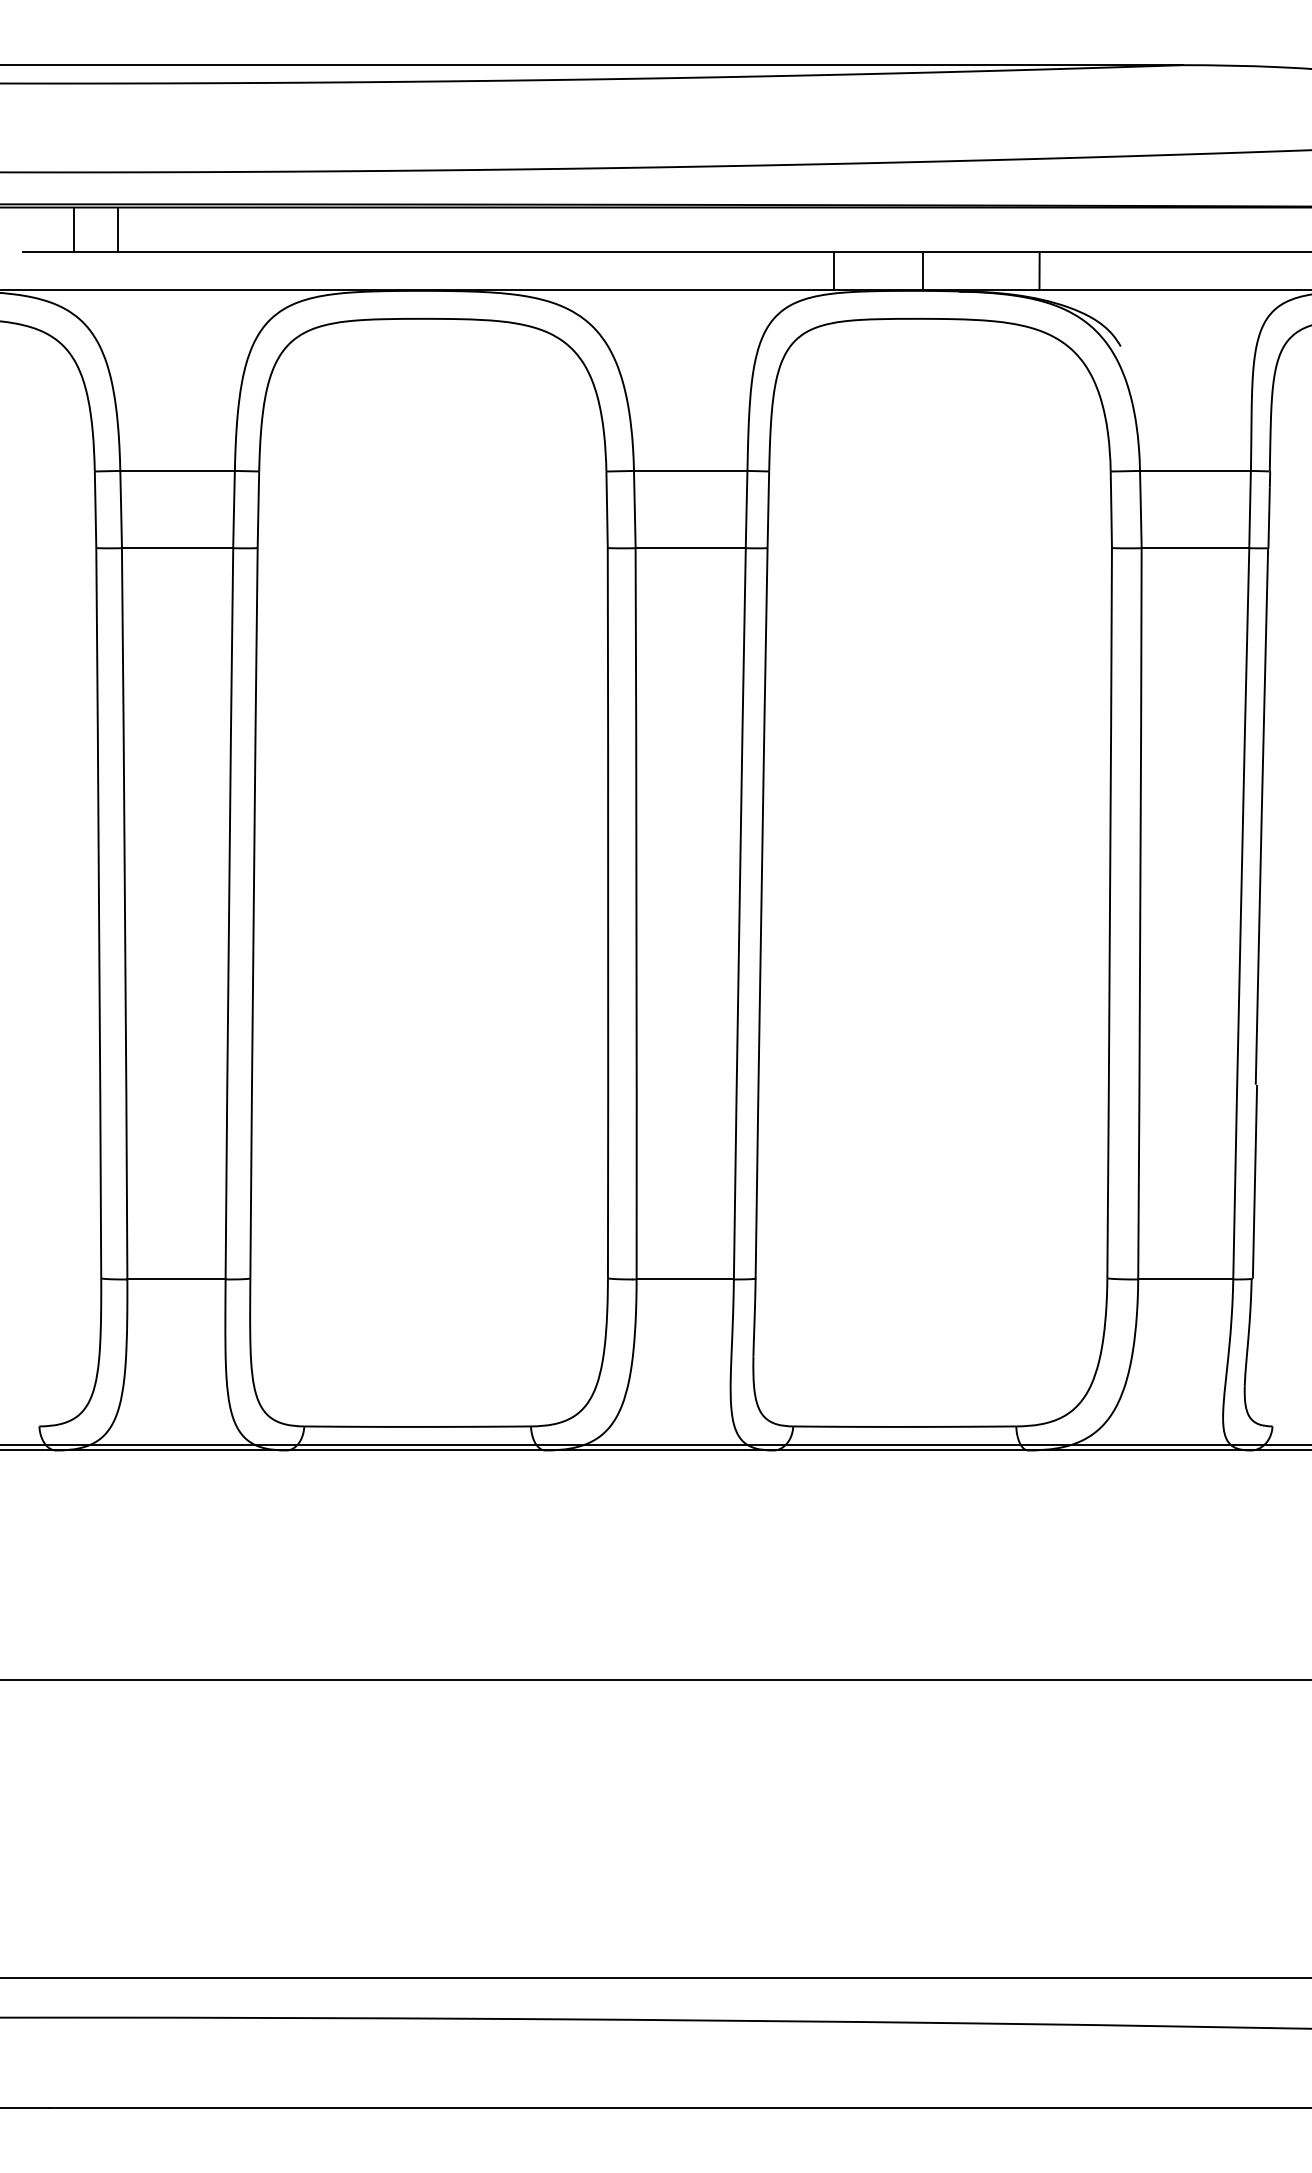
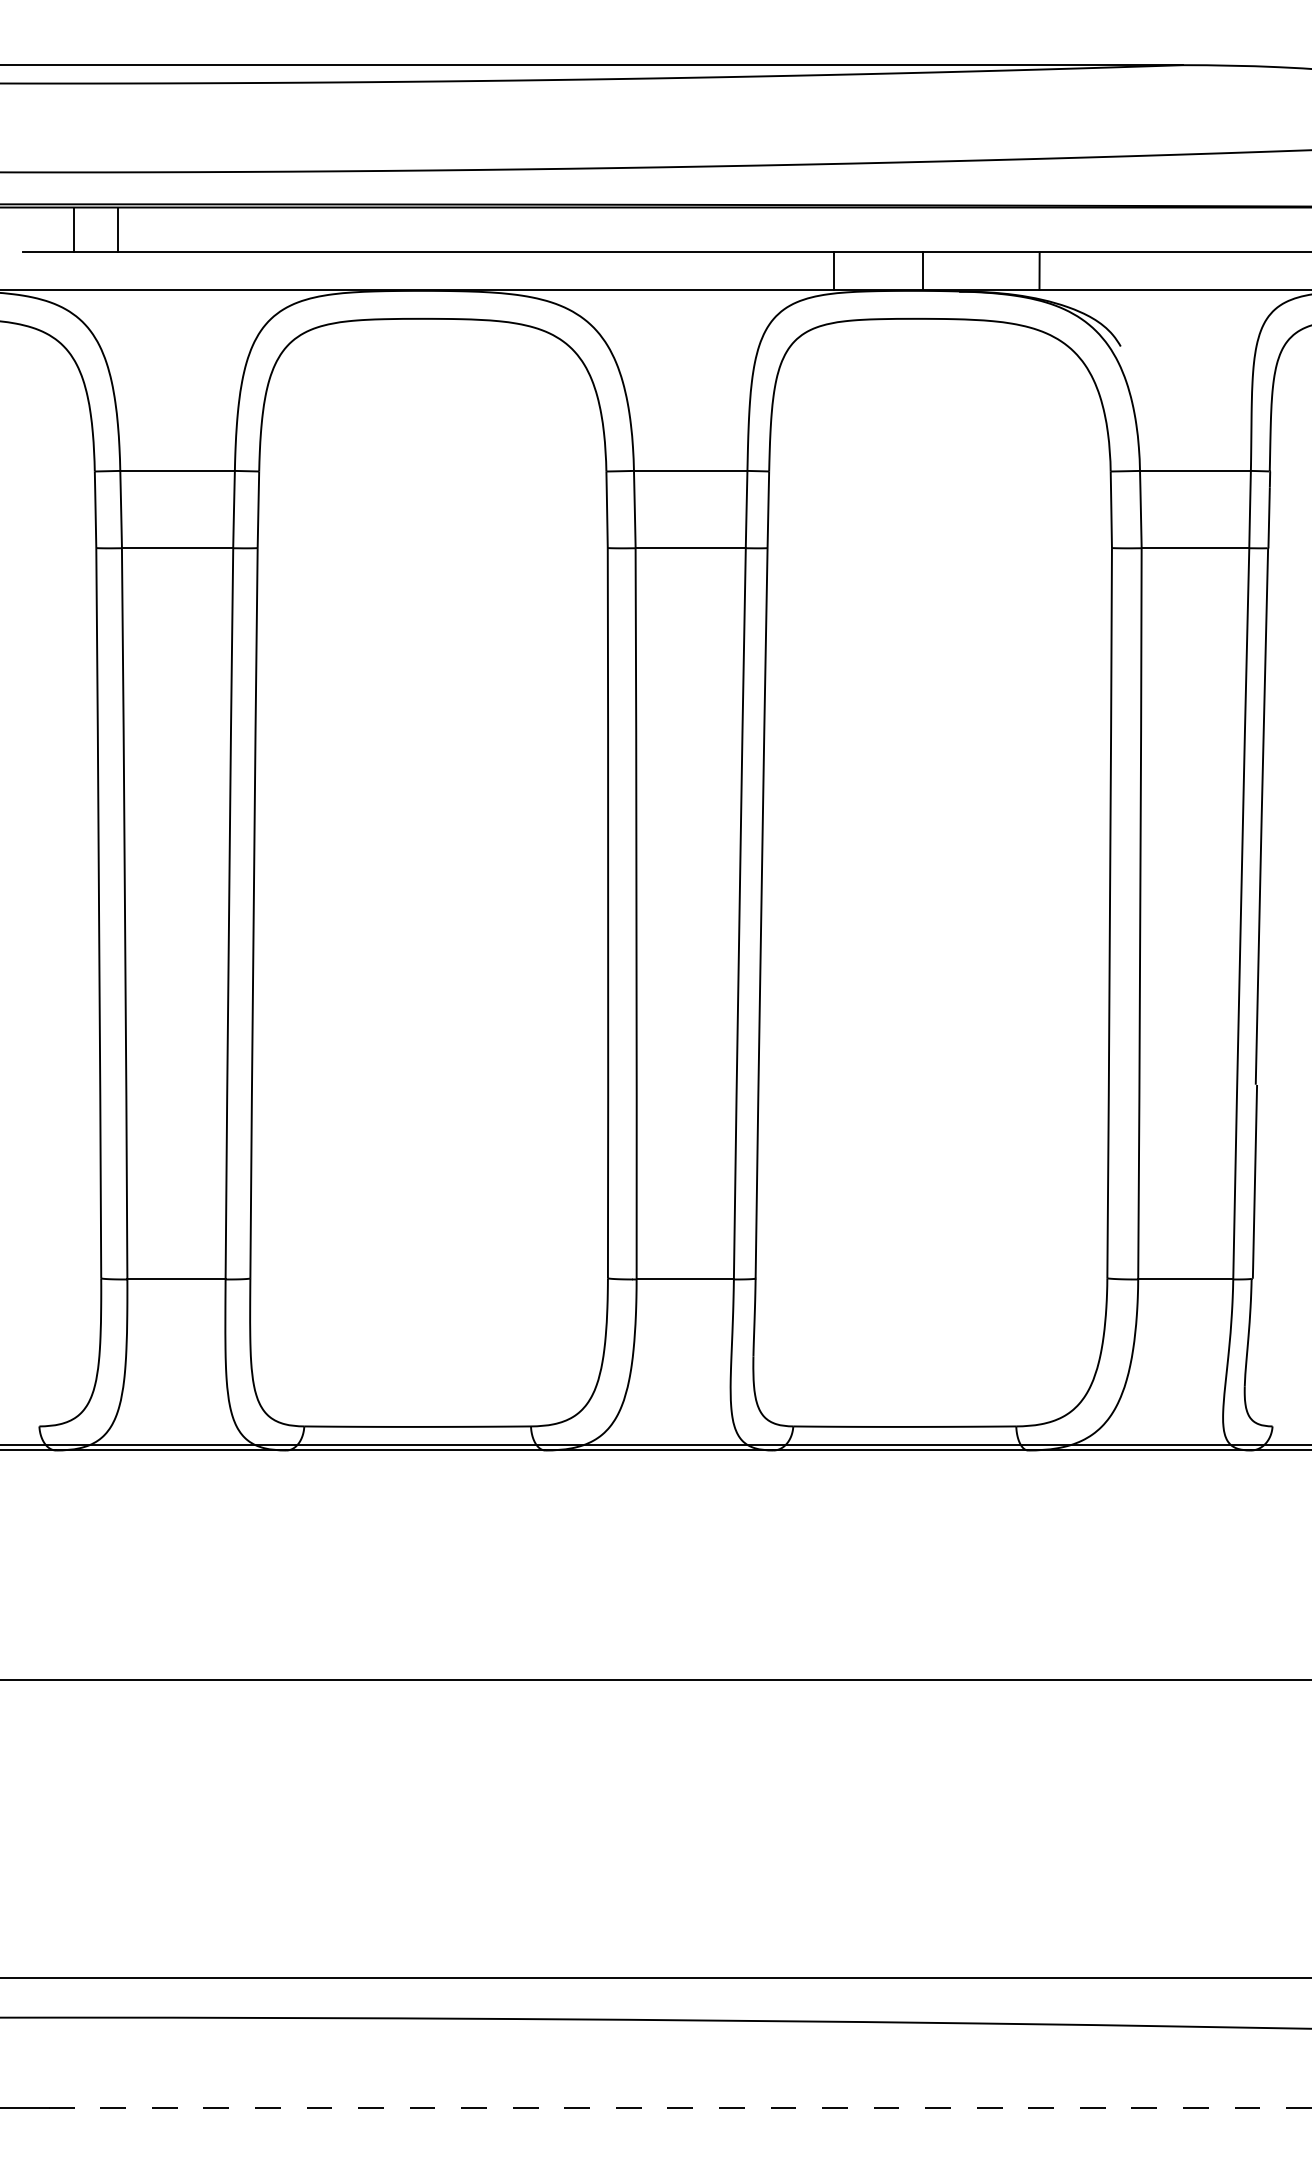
line at (680, 2107): solid -> dashed
